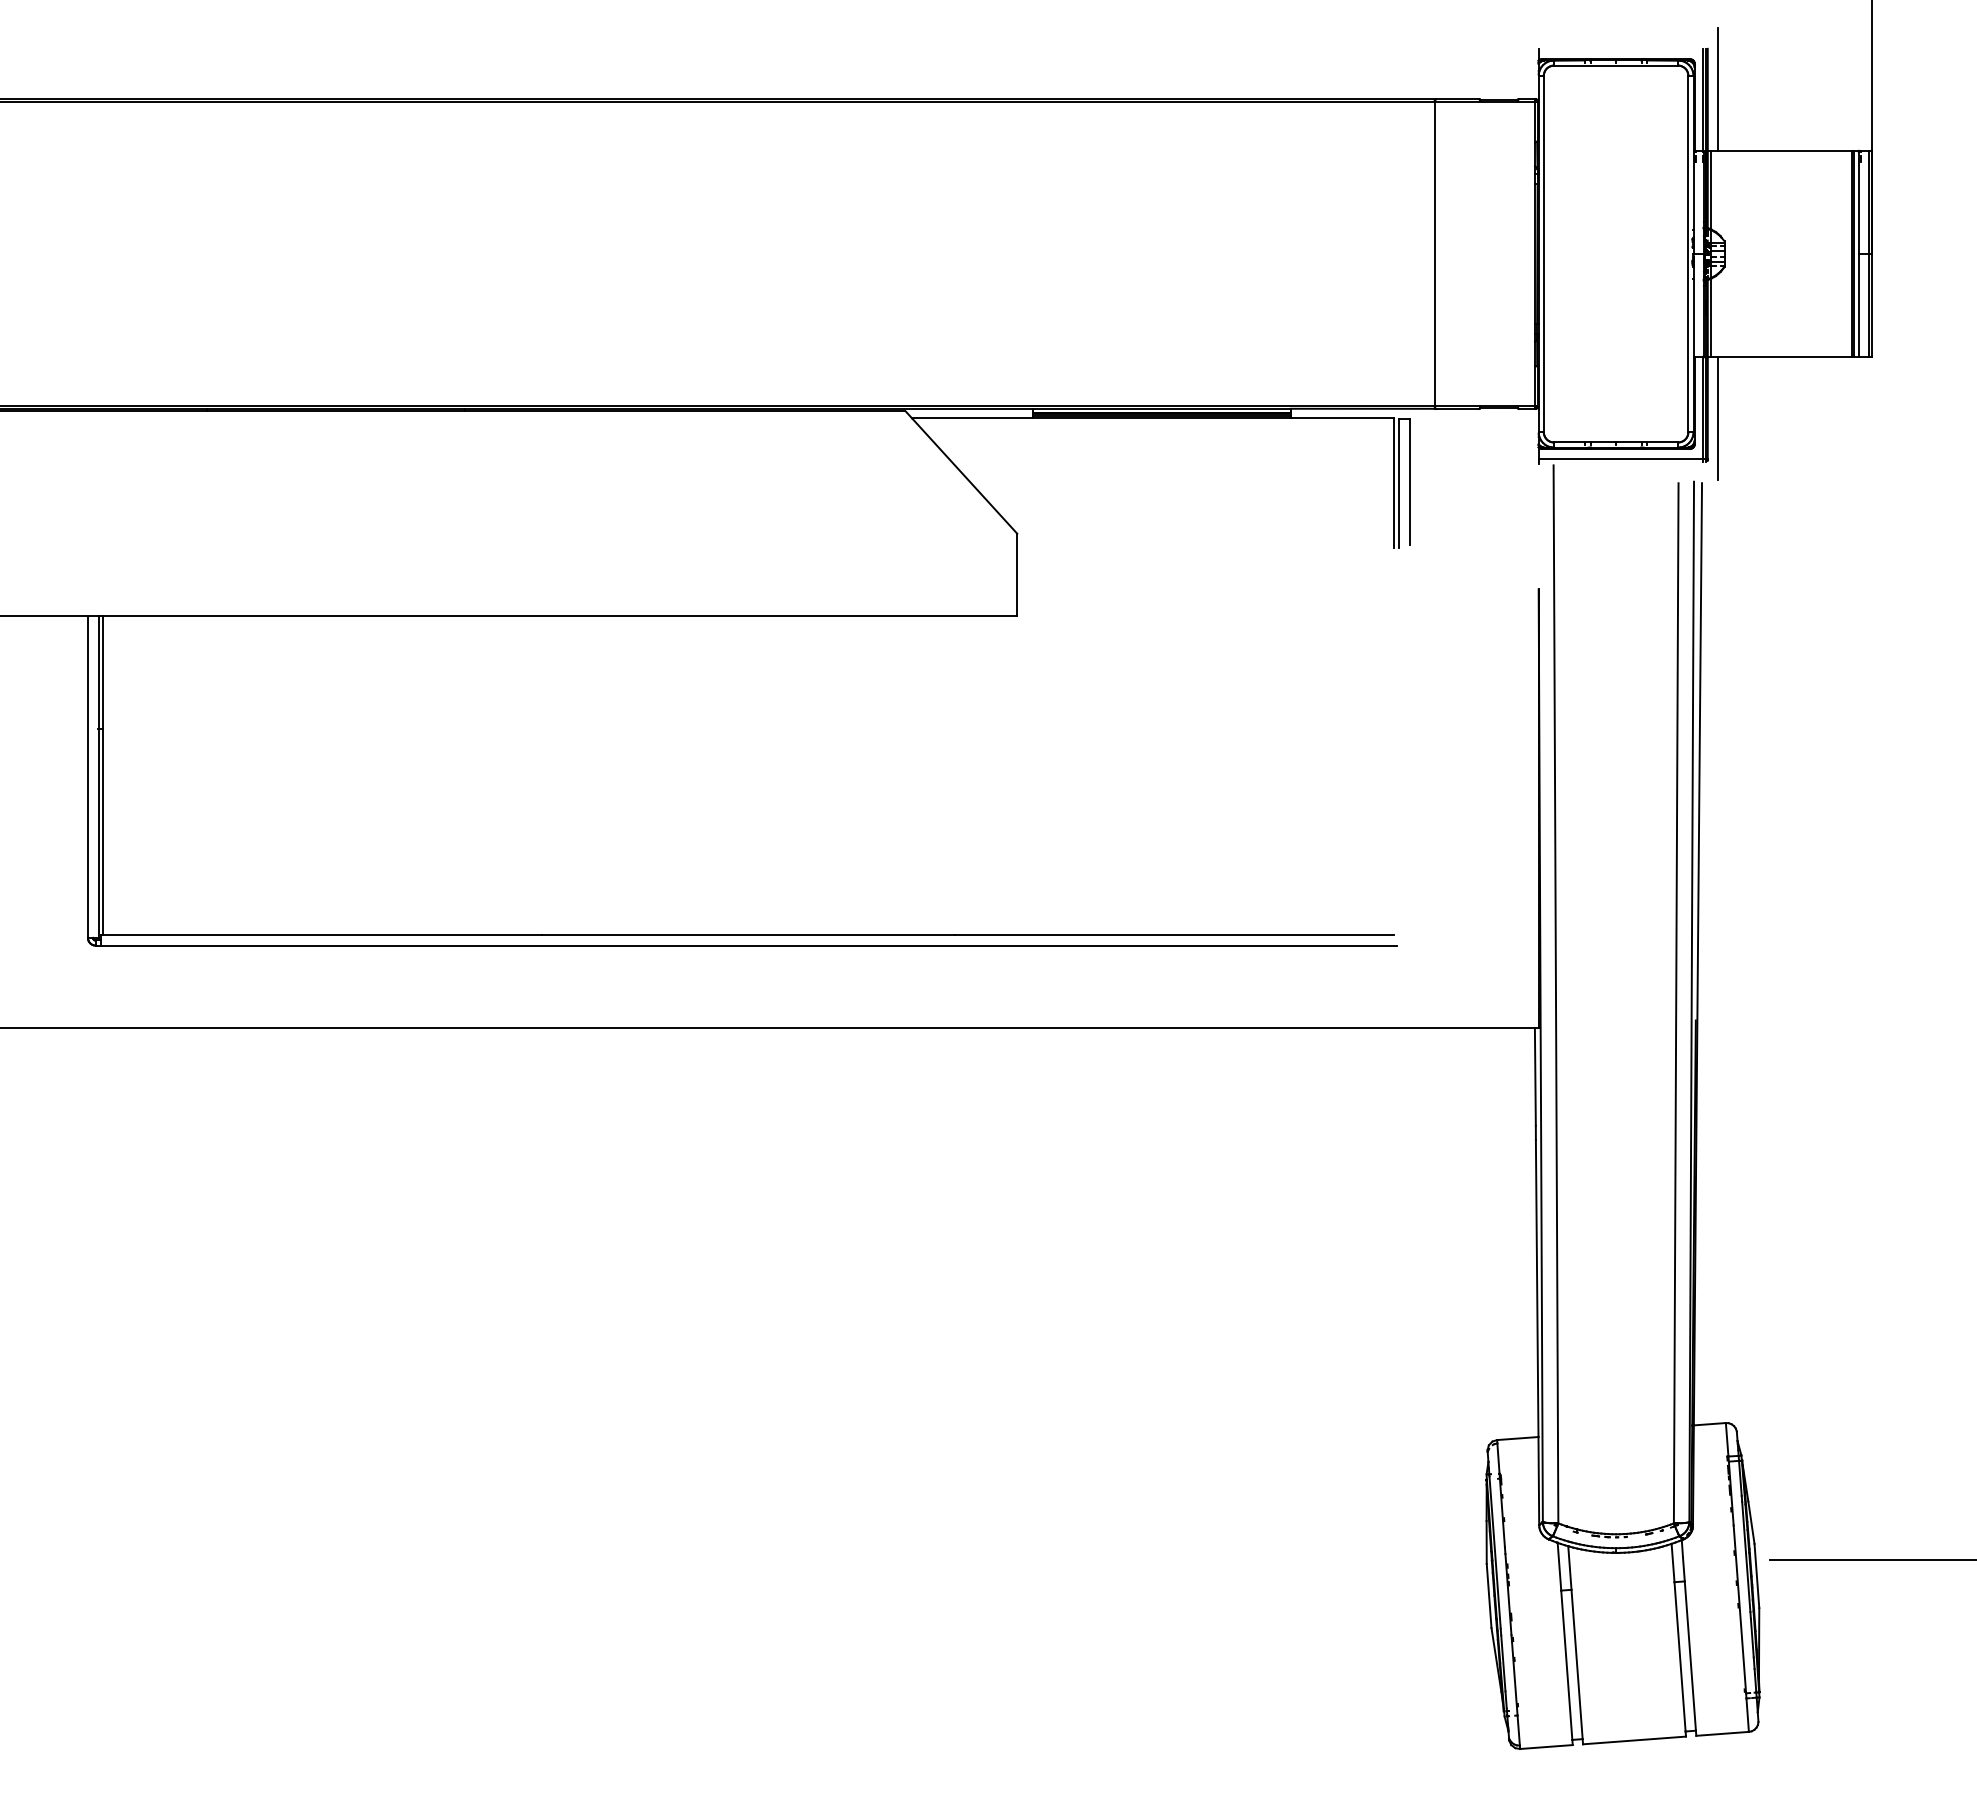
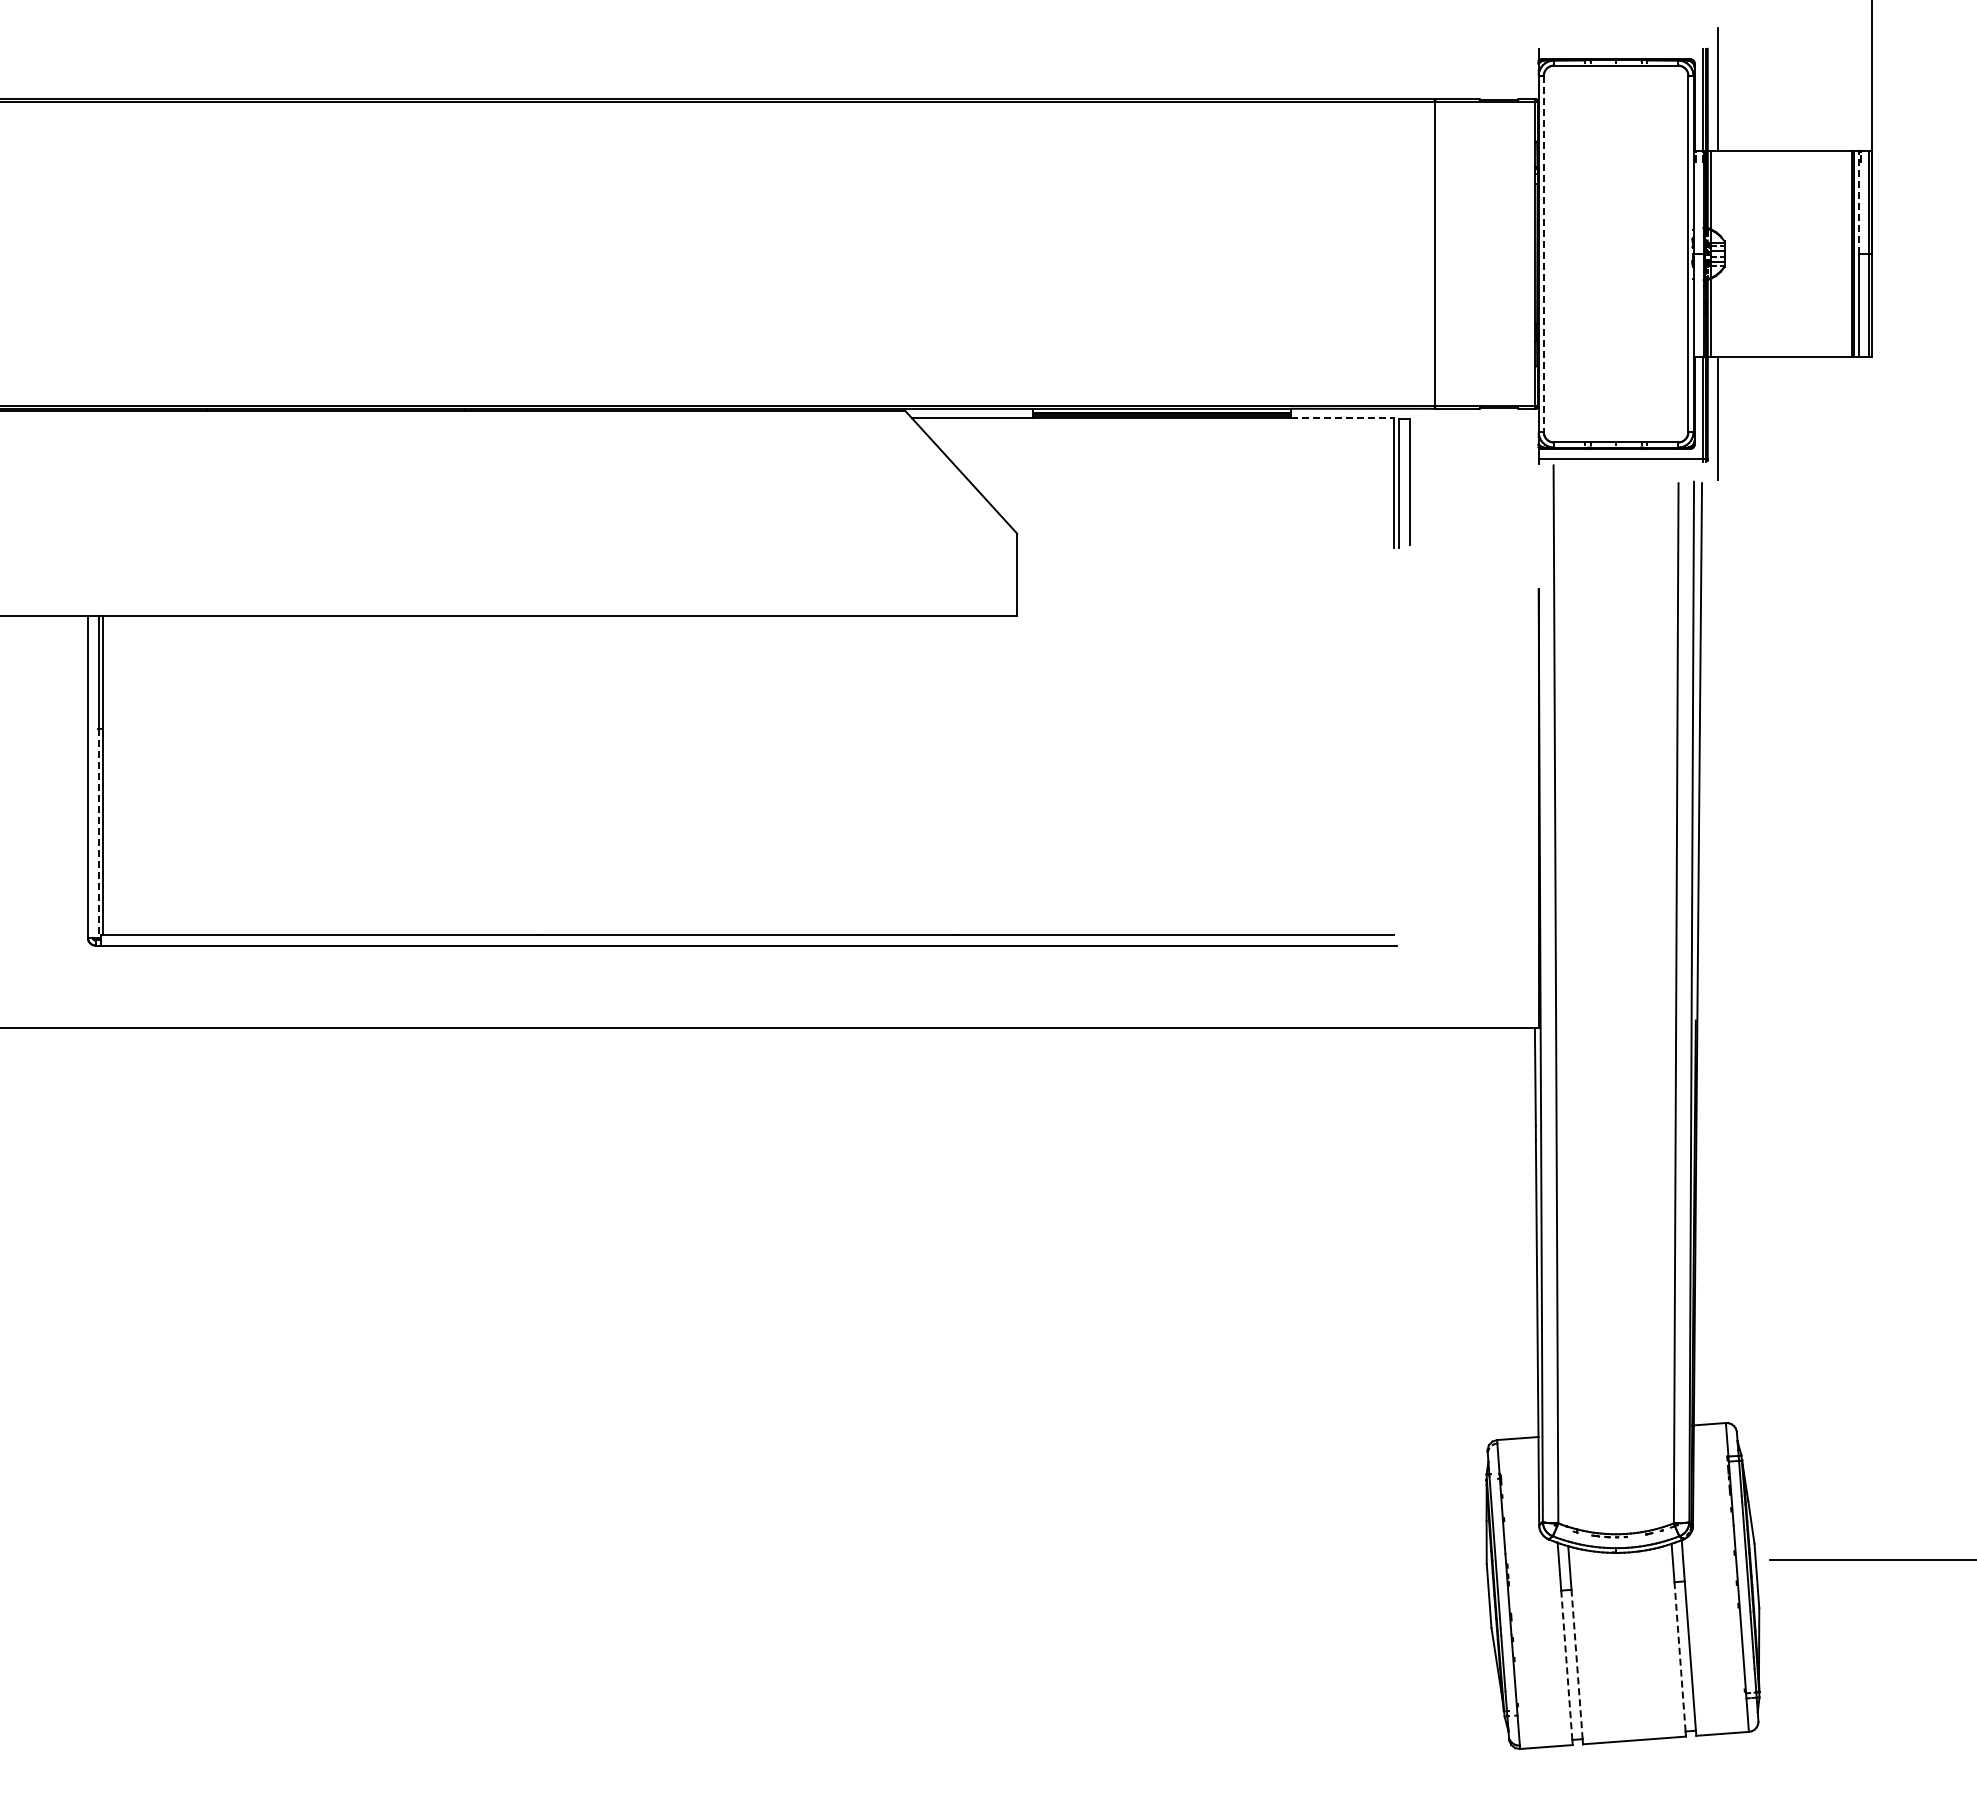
line at (1858, 202): solid -> dashed
line at (1543, 254): solid -> dashed
line at (1342, 418): solid -> dashed
line at (98, 833): solid -> dashed
line at (1680, 1656): solid -> dashed
line at (1577, 1664): solid -> dashed
line at (1566, 1665): solid -> dashed
